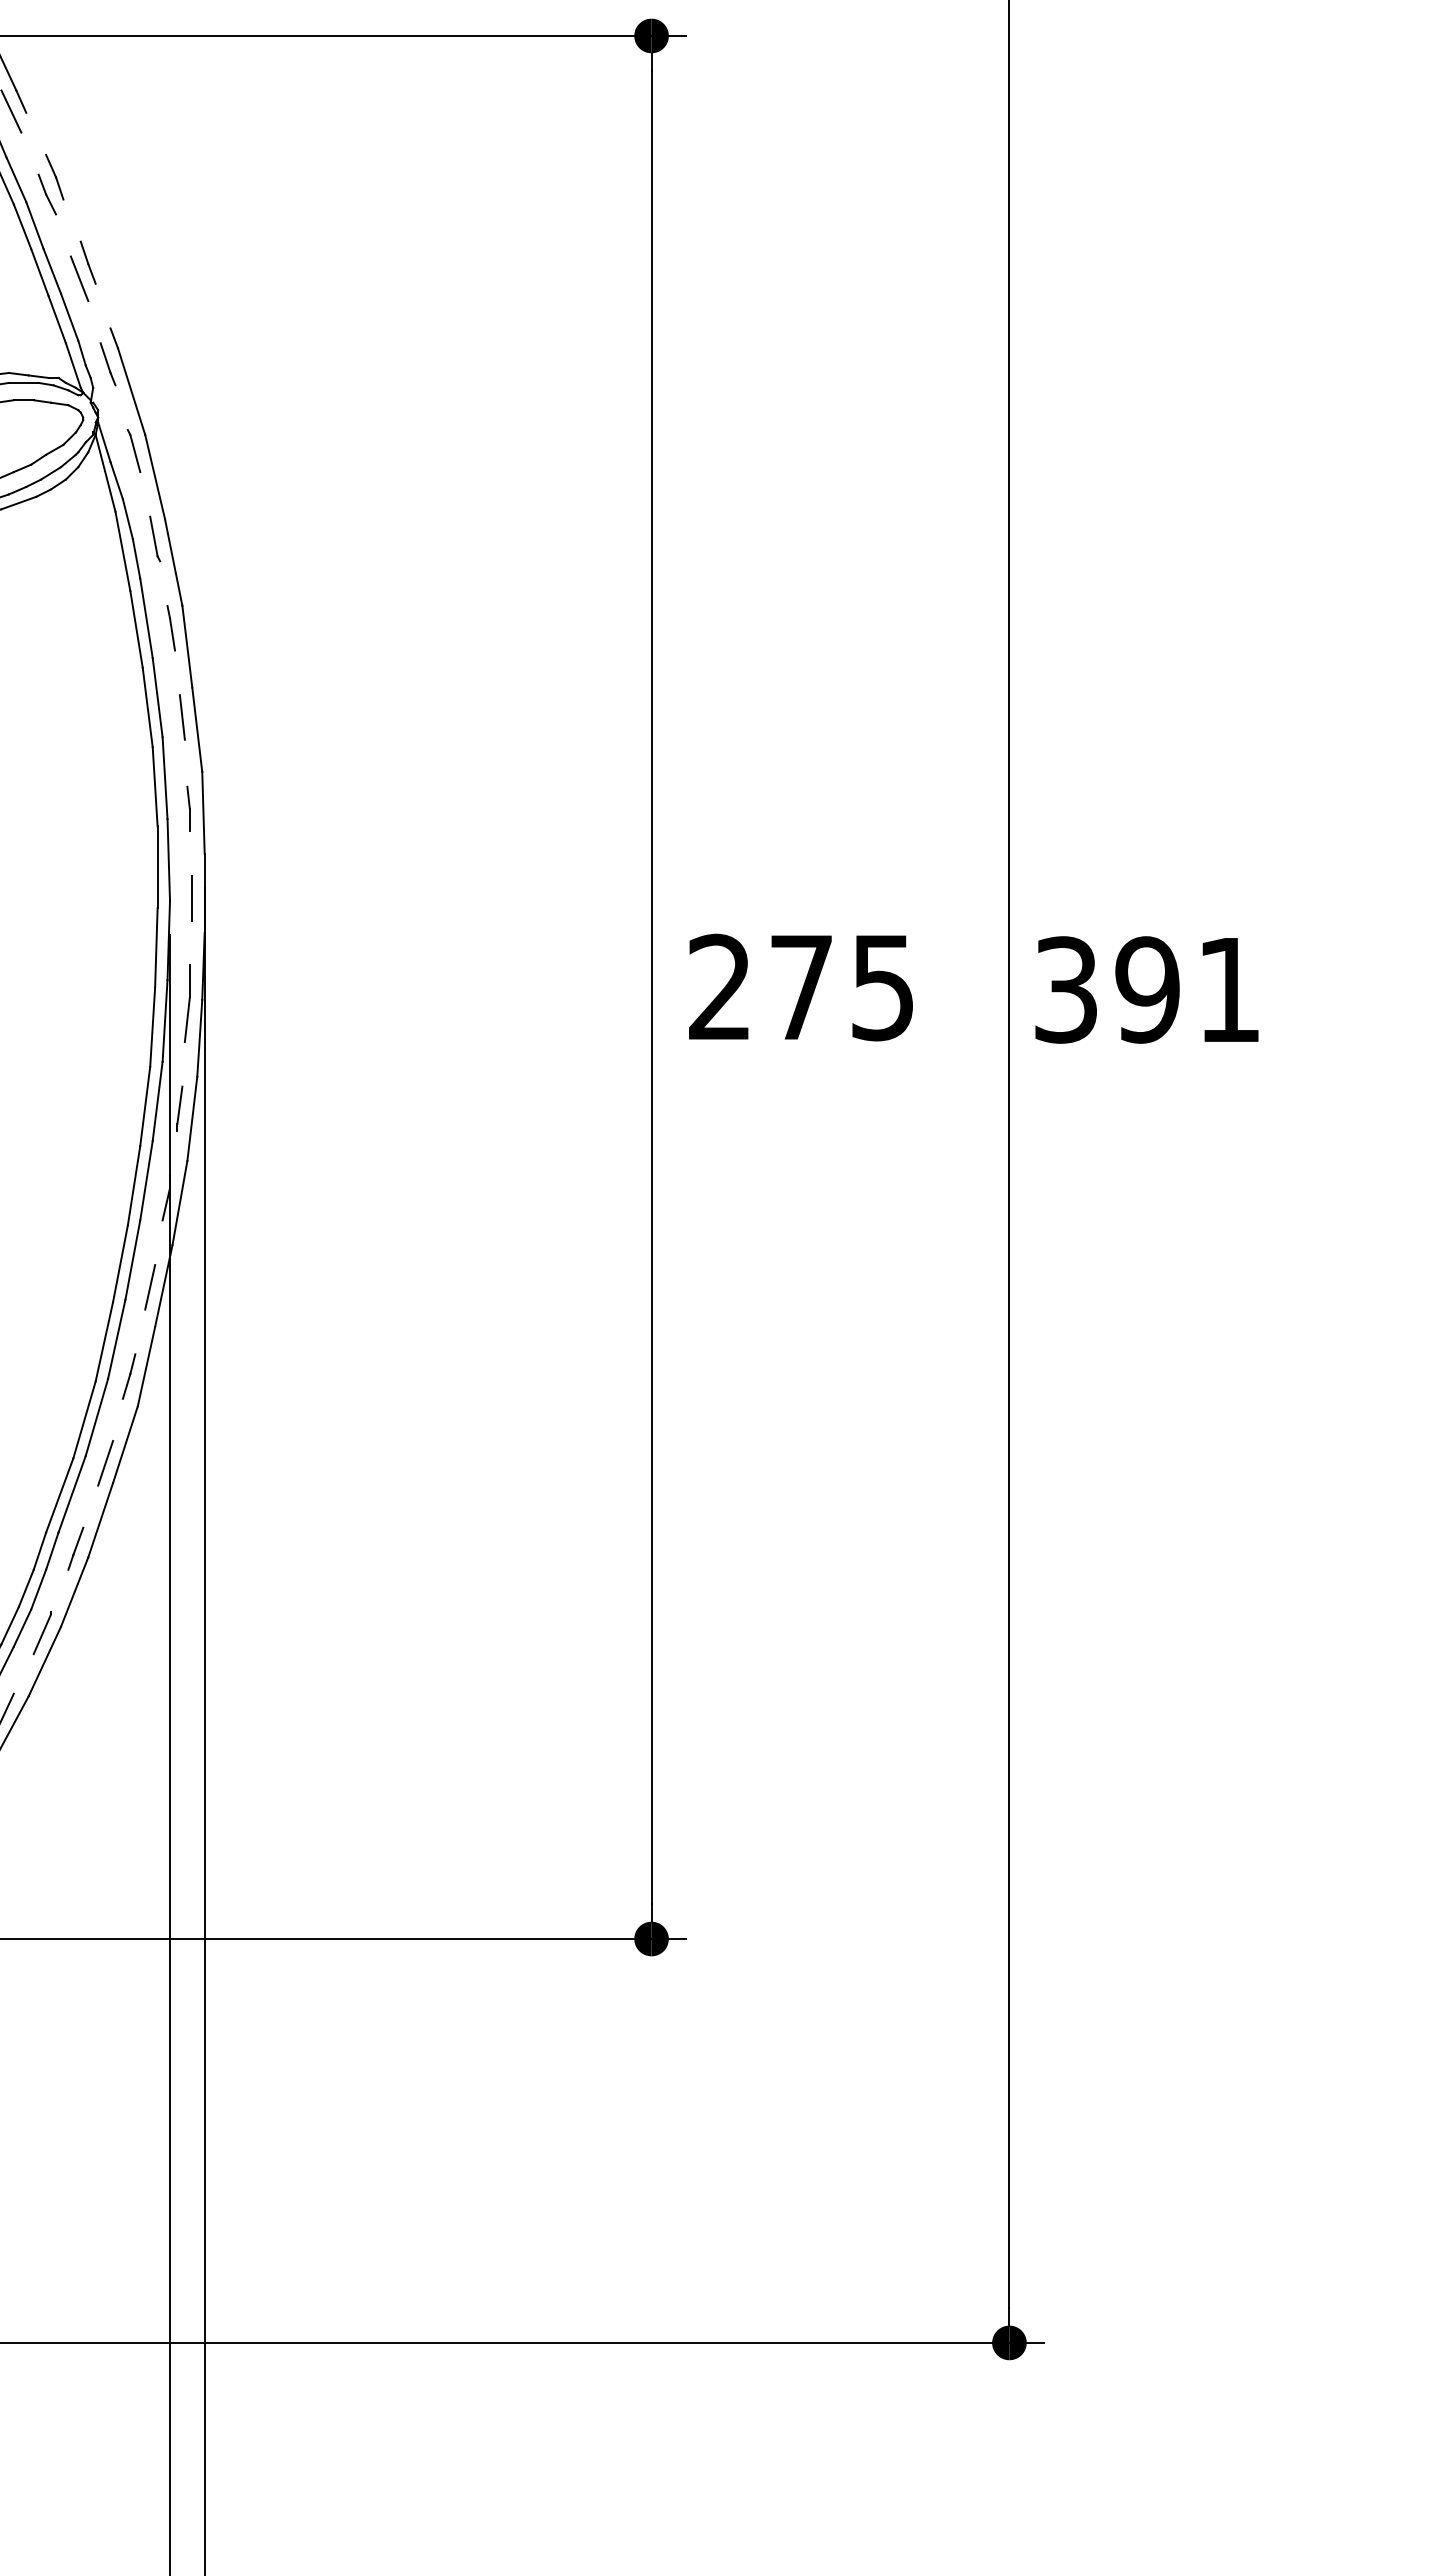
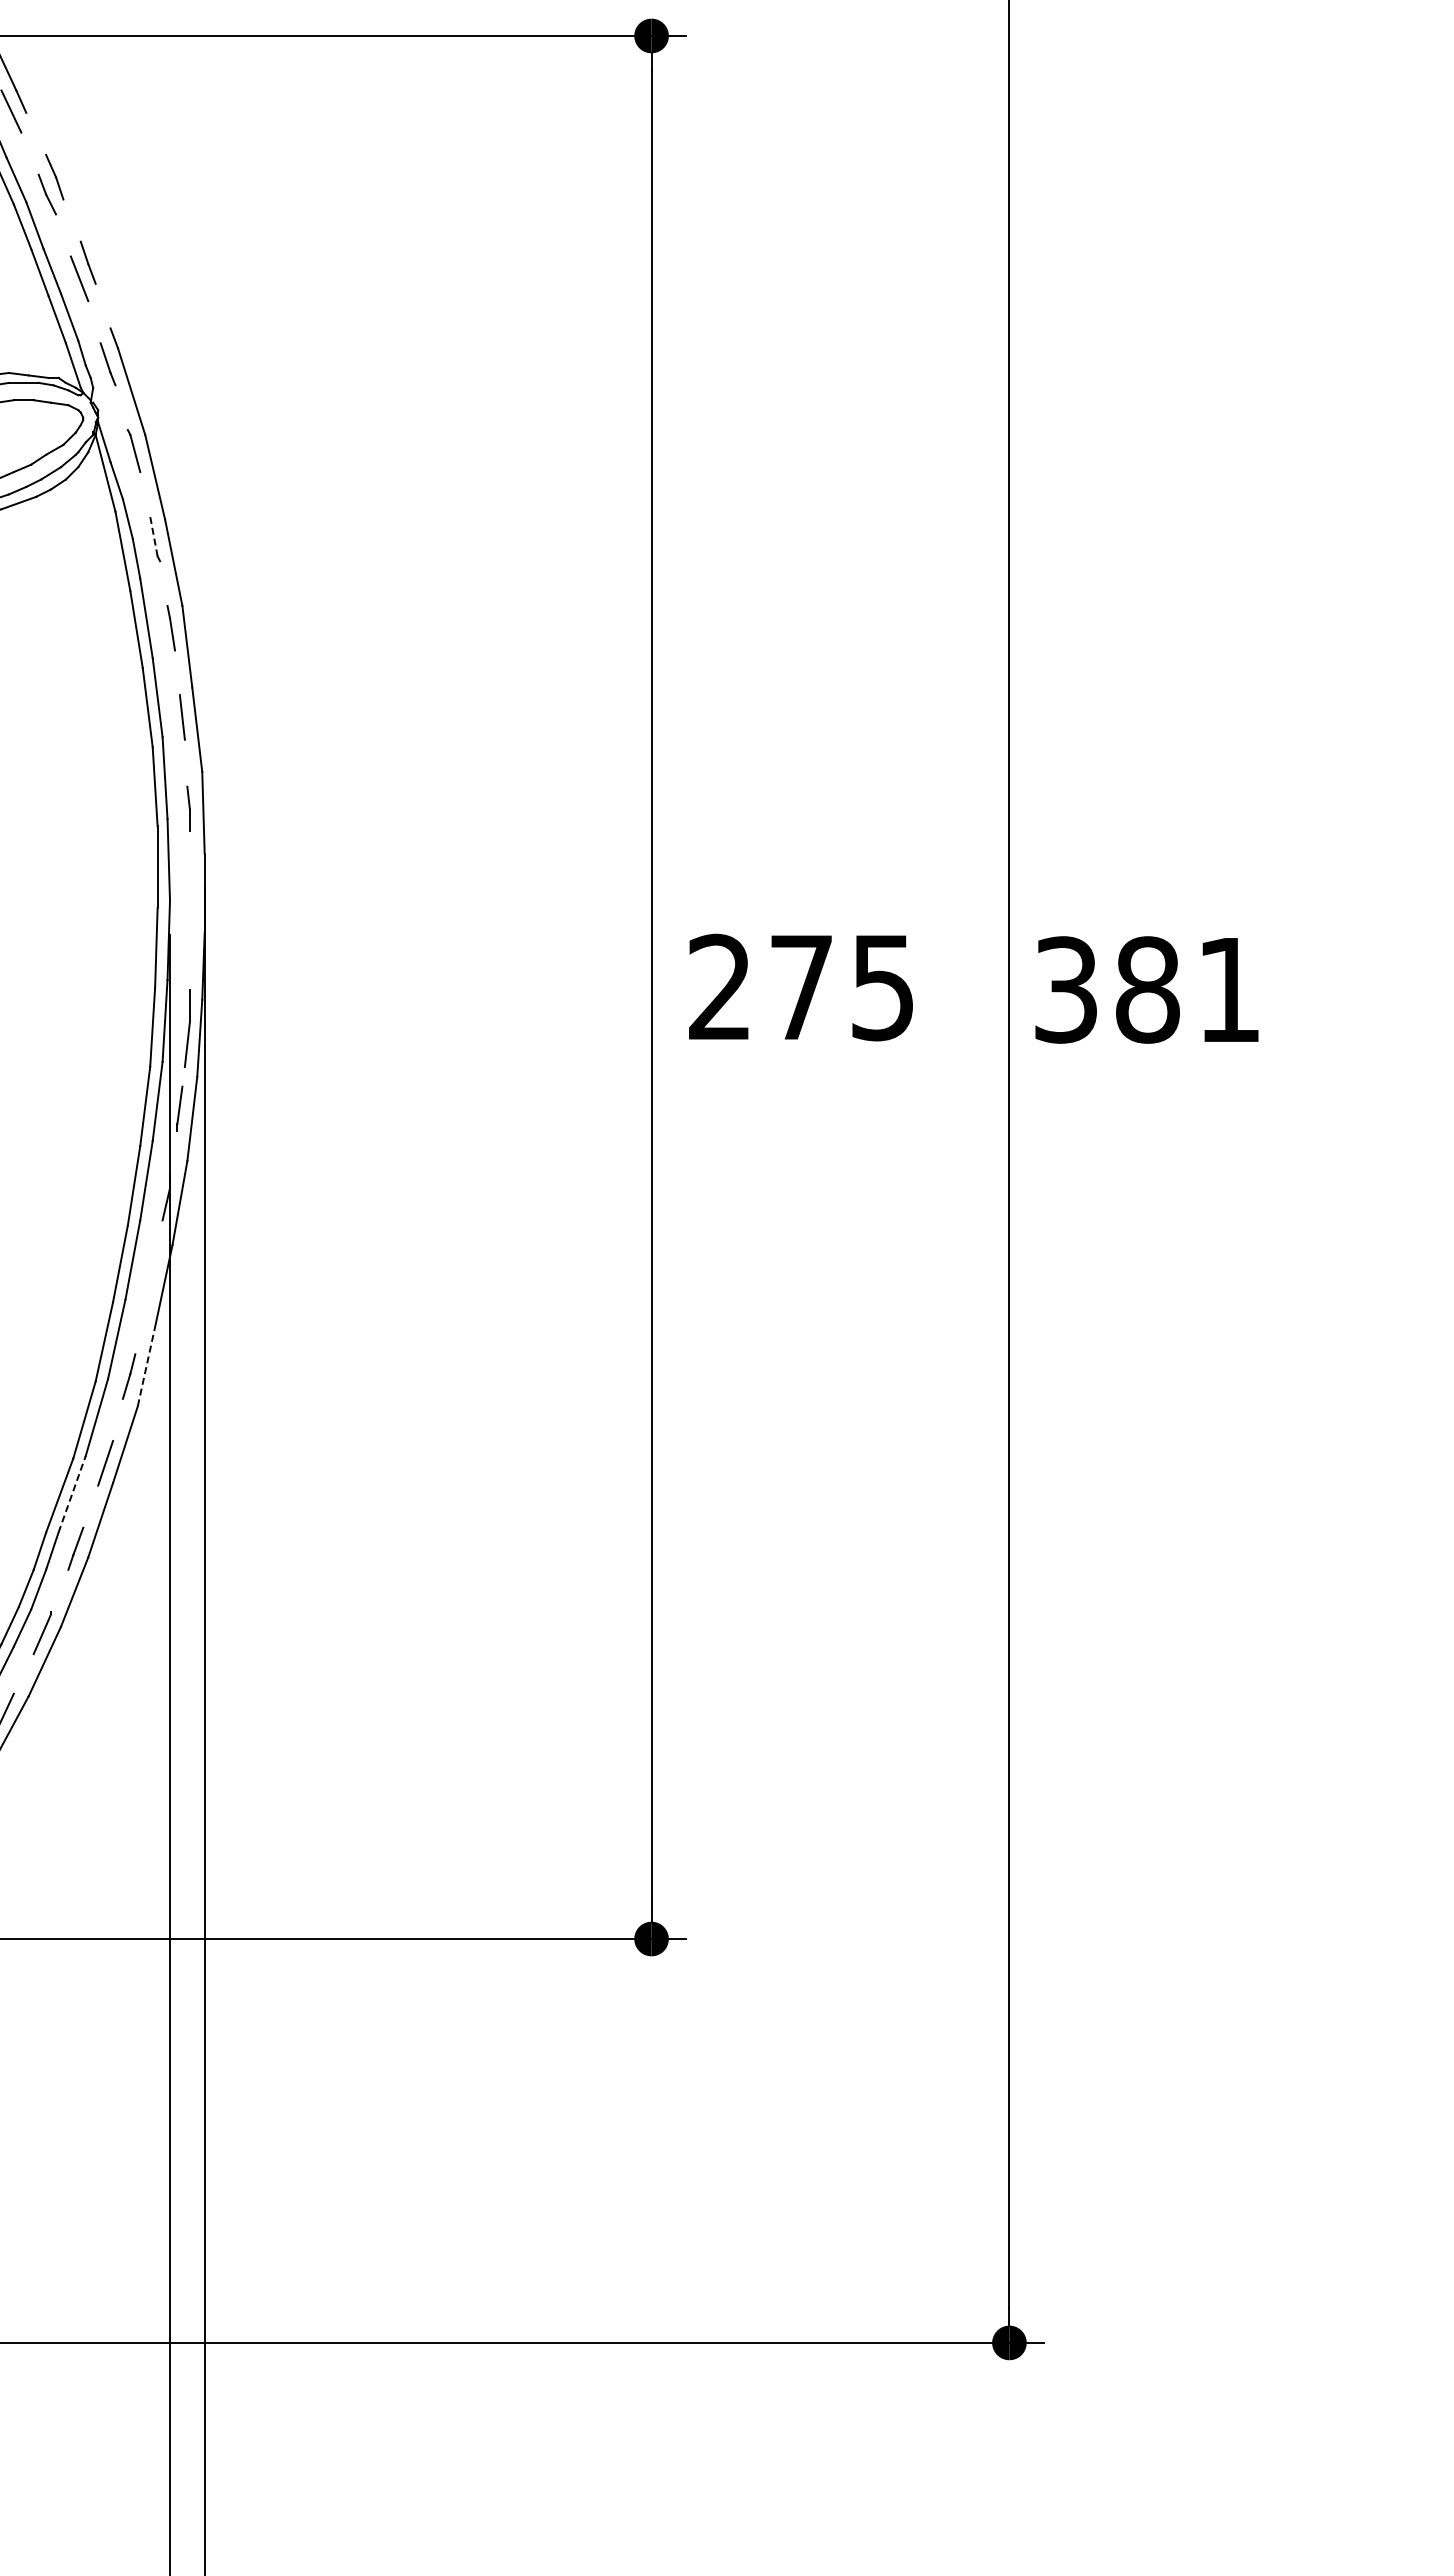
line at (153, 536): solid -> dashed
line at (192, 898): present -> none
text at (1147, 989): 391 -> 381
part at (187, 1003) position: (187, 1003) -> (187, 1028)
line at (150, 1287): present -> none
line at (146, 1366): solid -> dashed
line at (72, 1494): solid -> dashed
